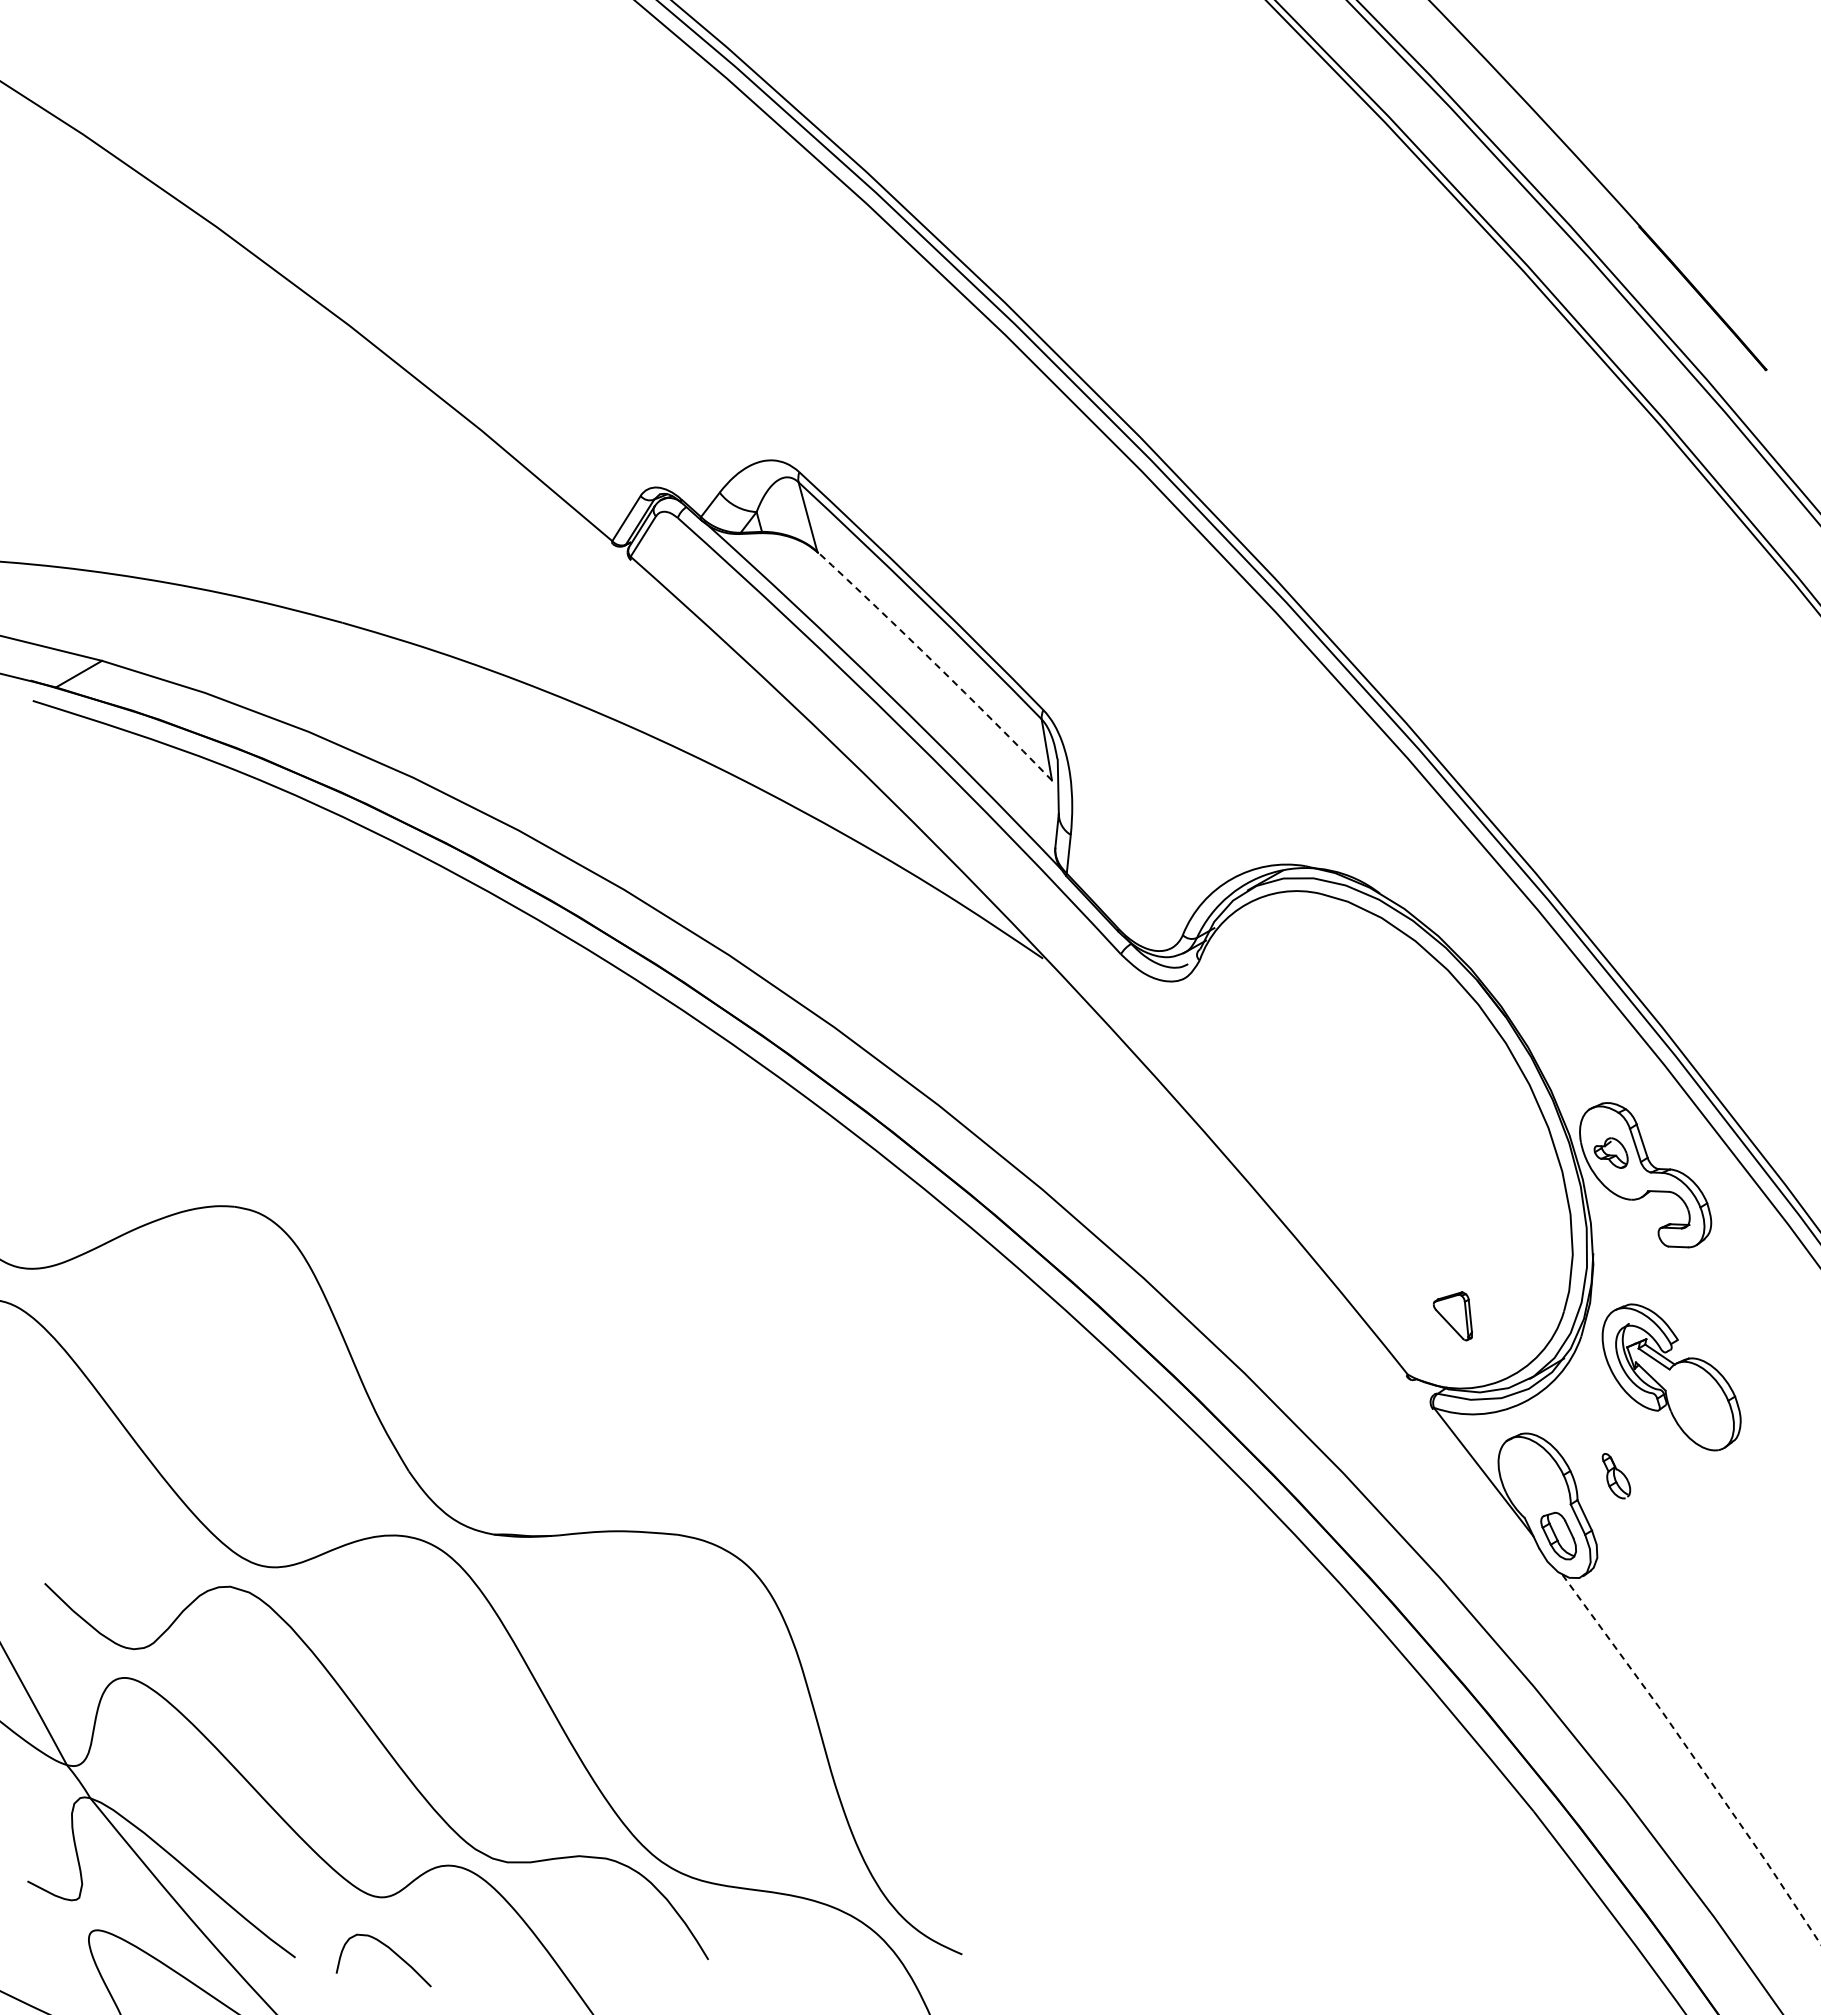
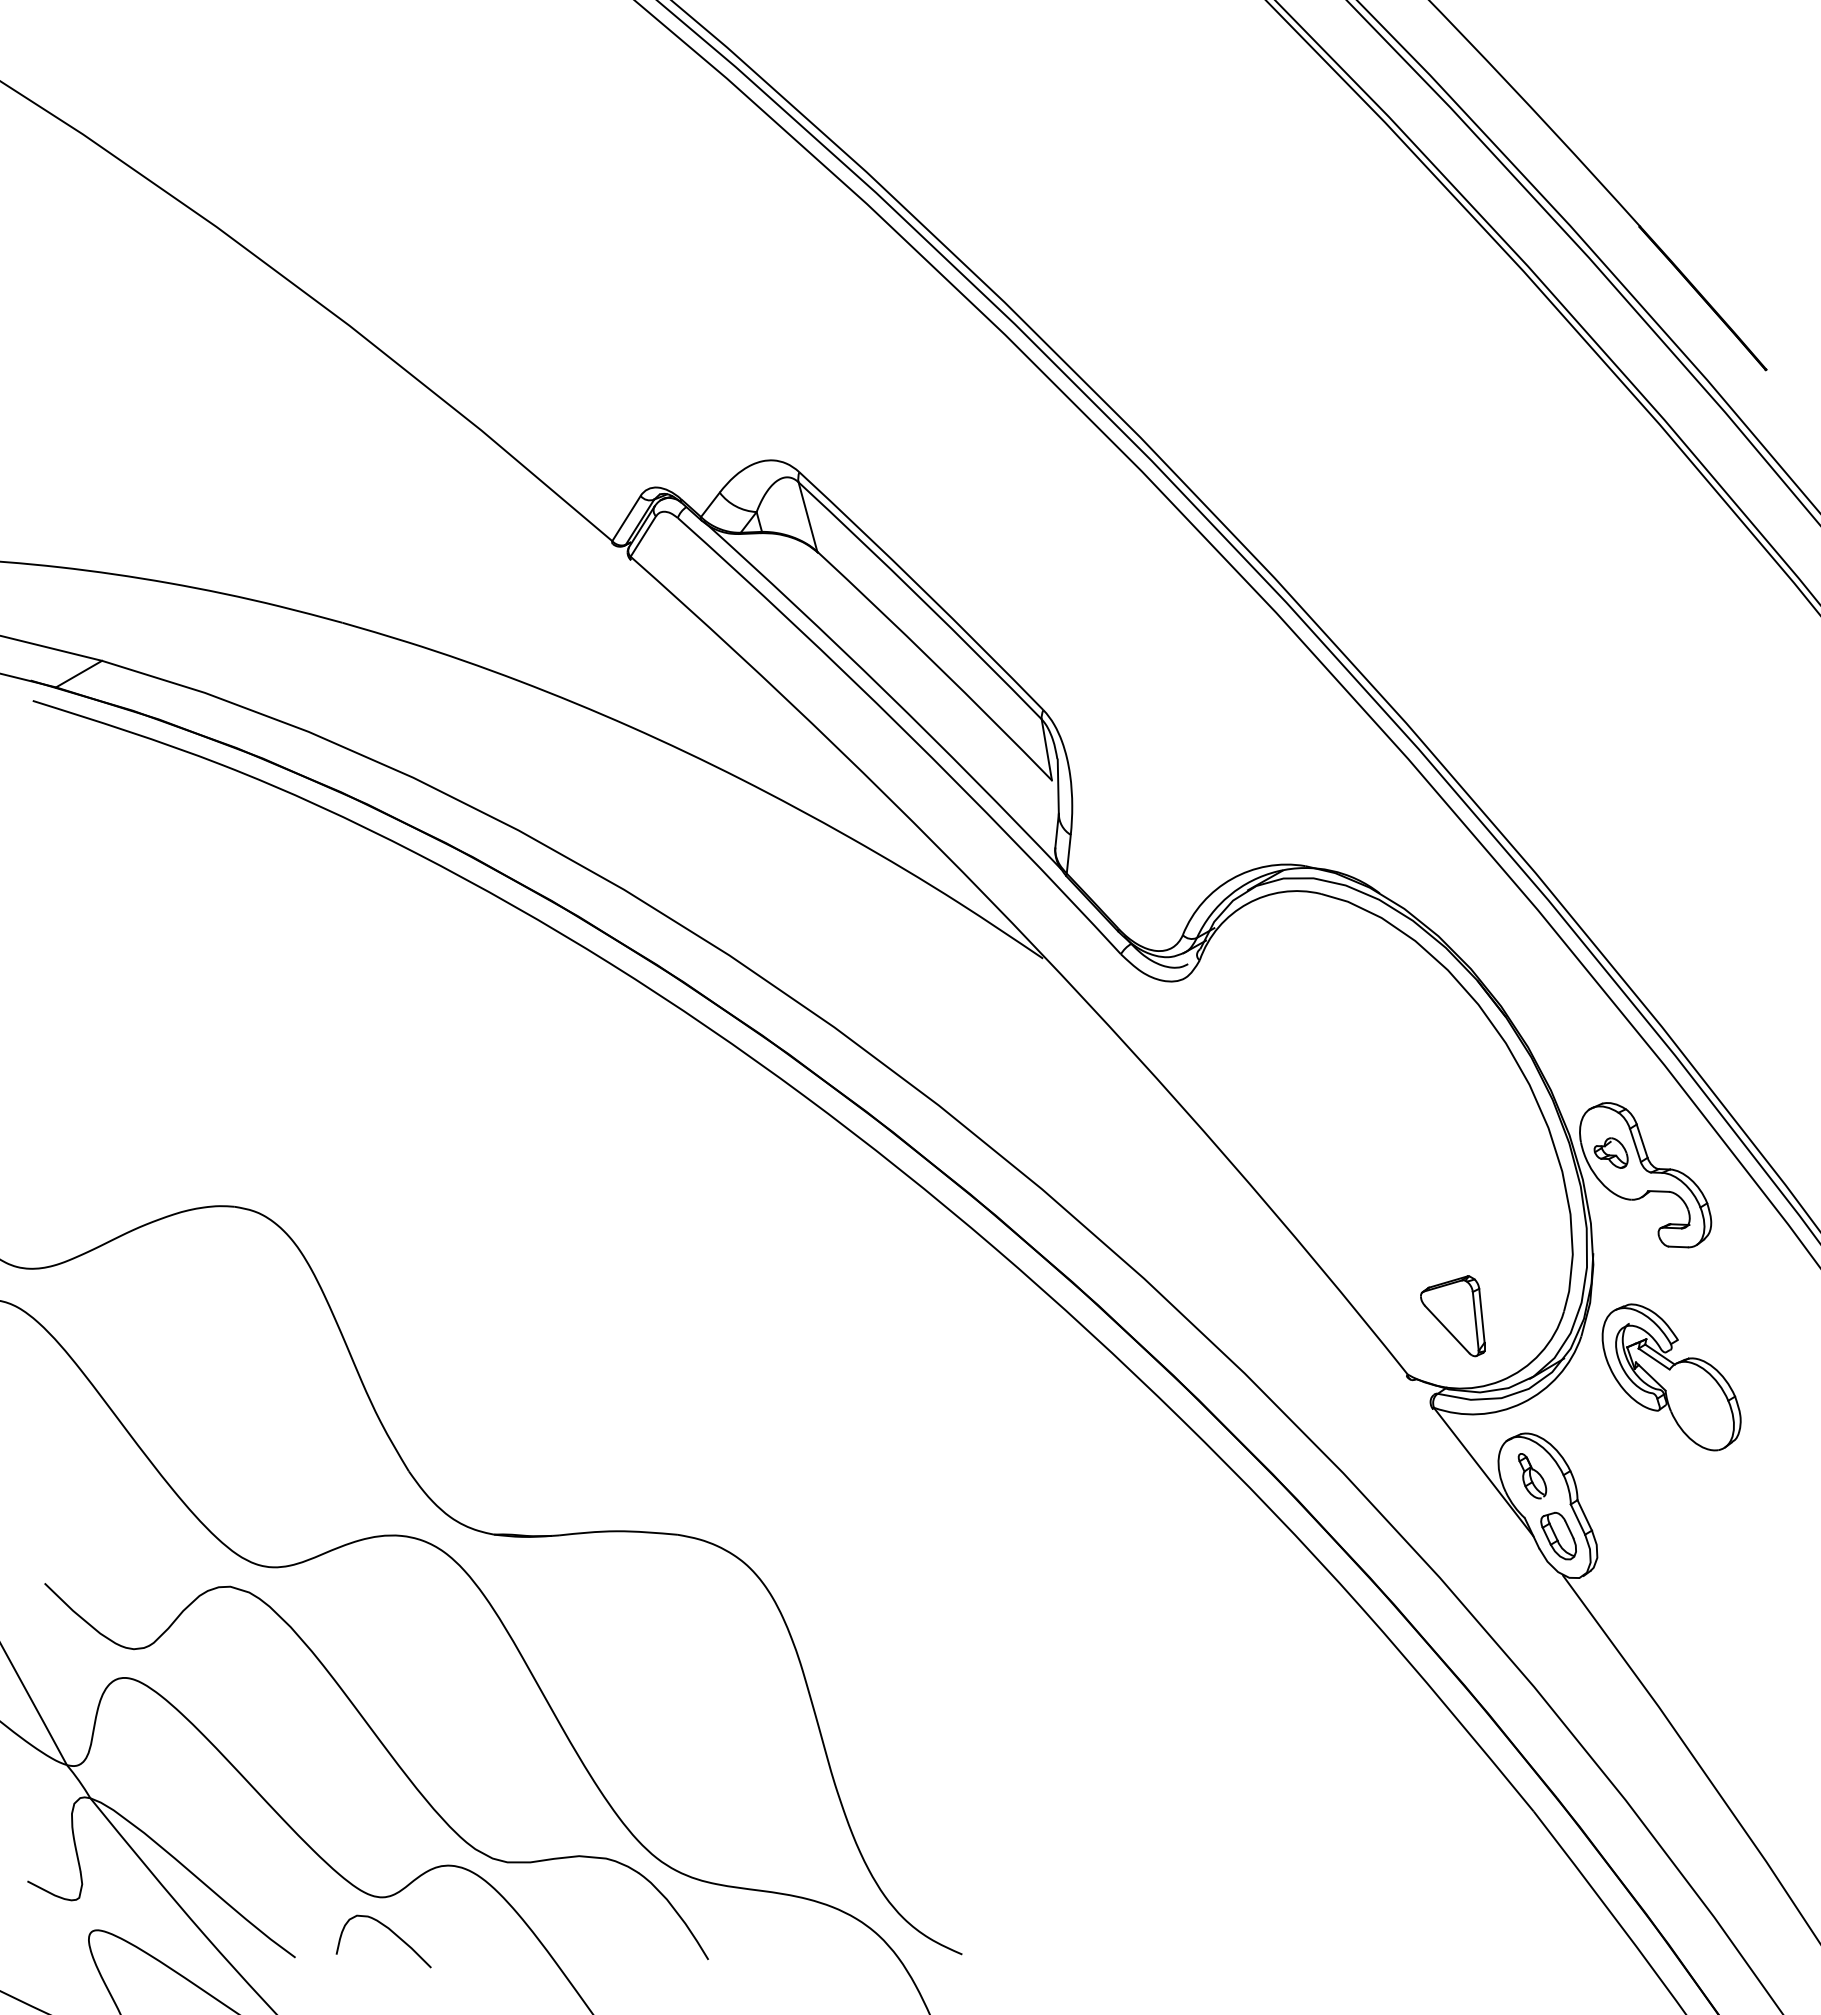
arc at (936, 664): dashed -> solid
part at (1452, 1316) size: 41x51 px -> 66x83 px
part at (1616, 1476) position: (1616, 1476) -> (1532, 1476)
line at (1694, 1757): dashed -> solid
curve at (391, 1951) position: (391, 1951) -> (391, 1932)
